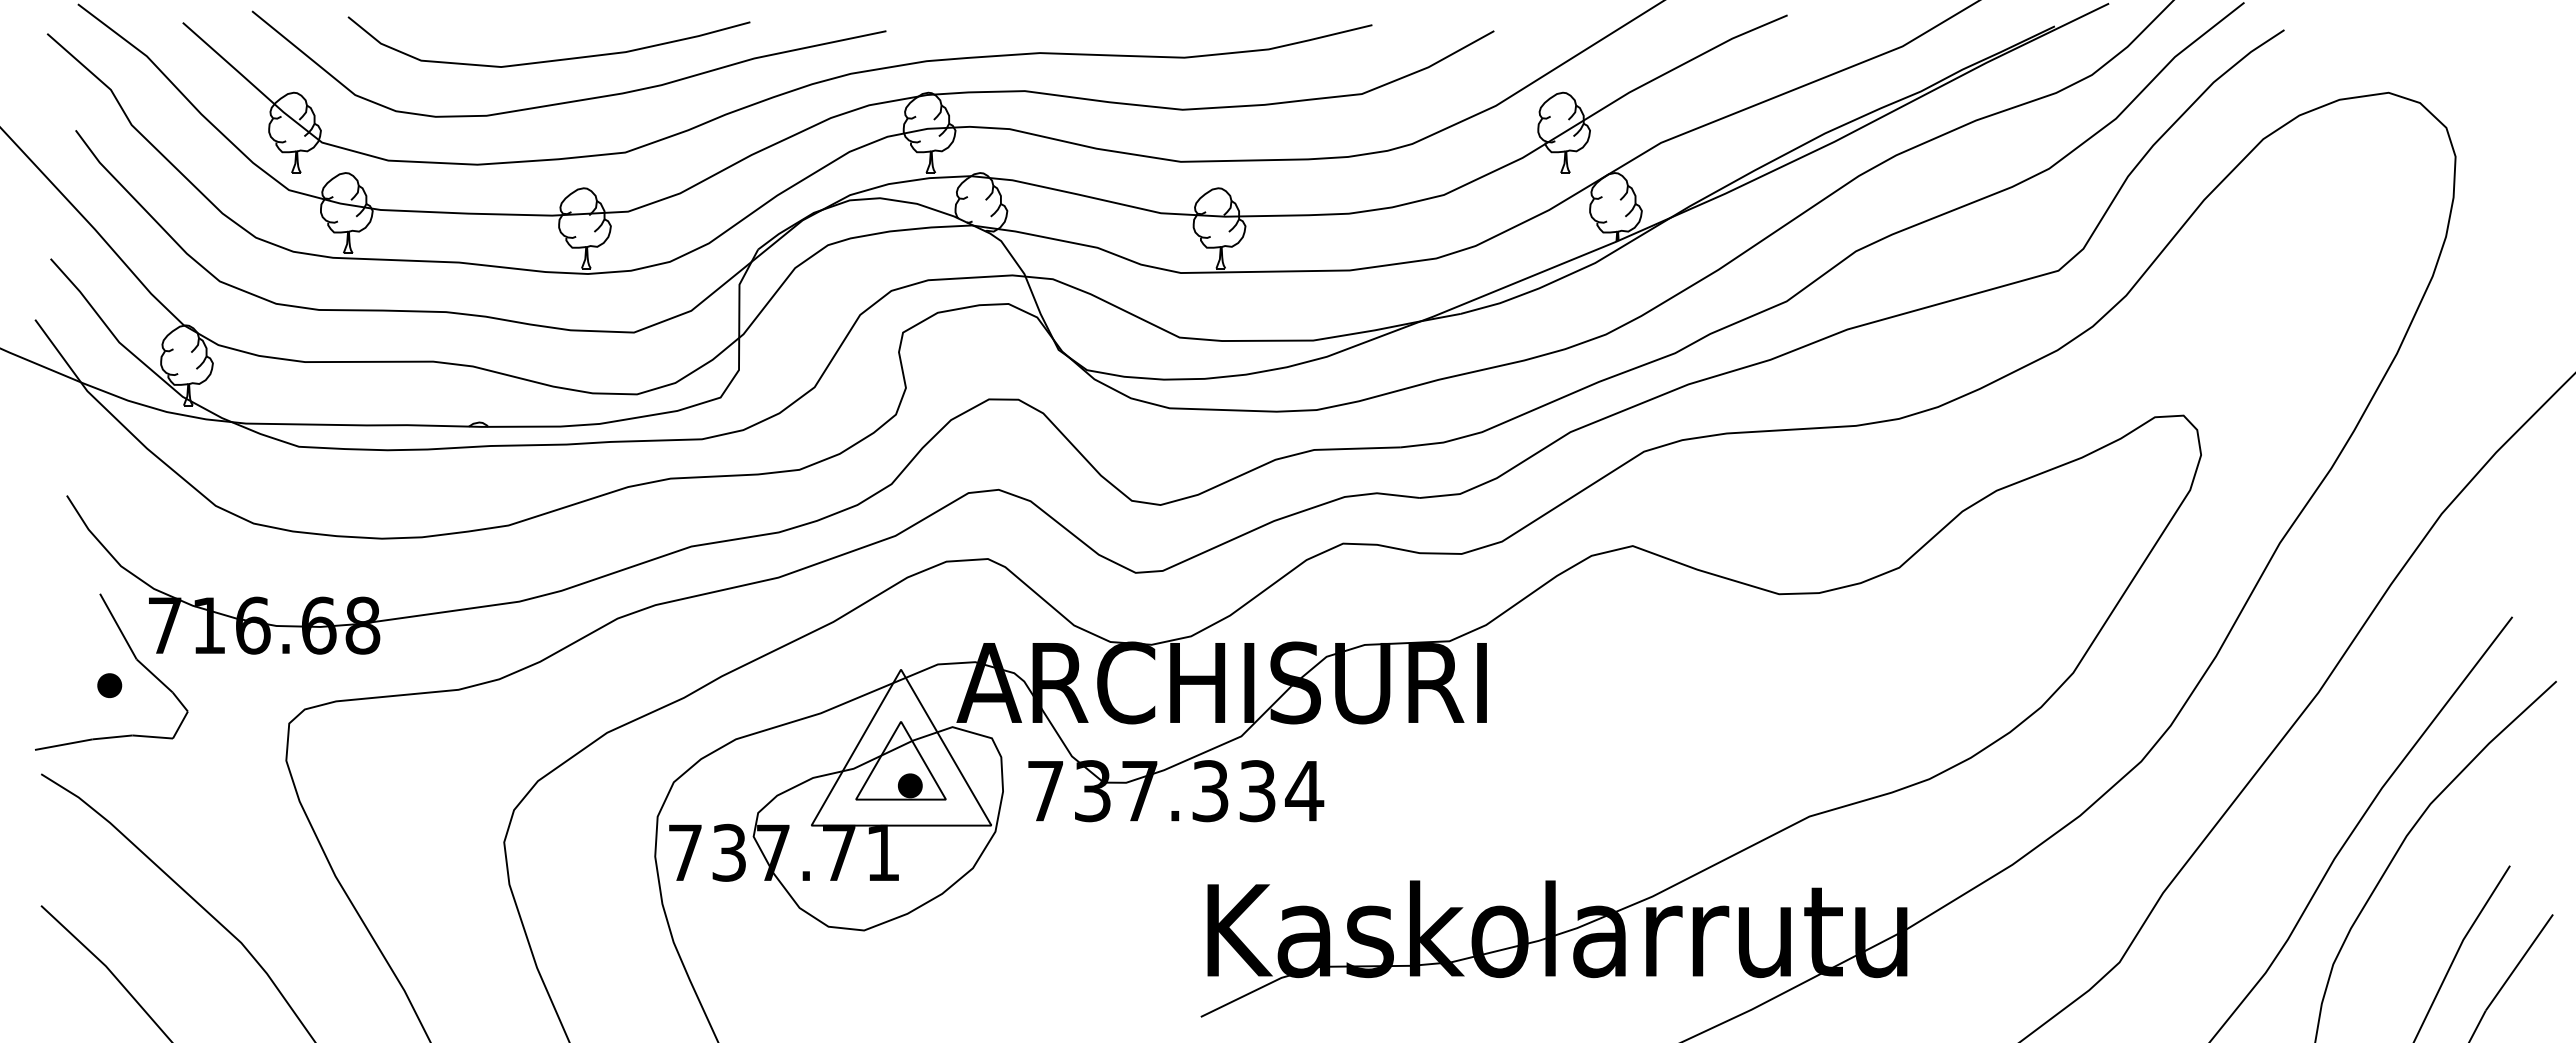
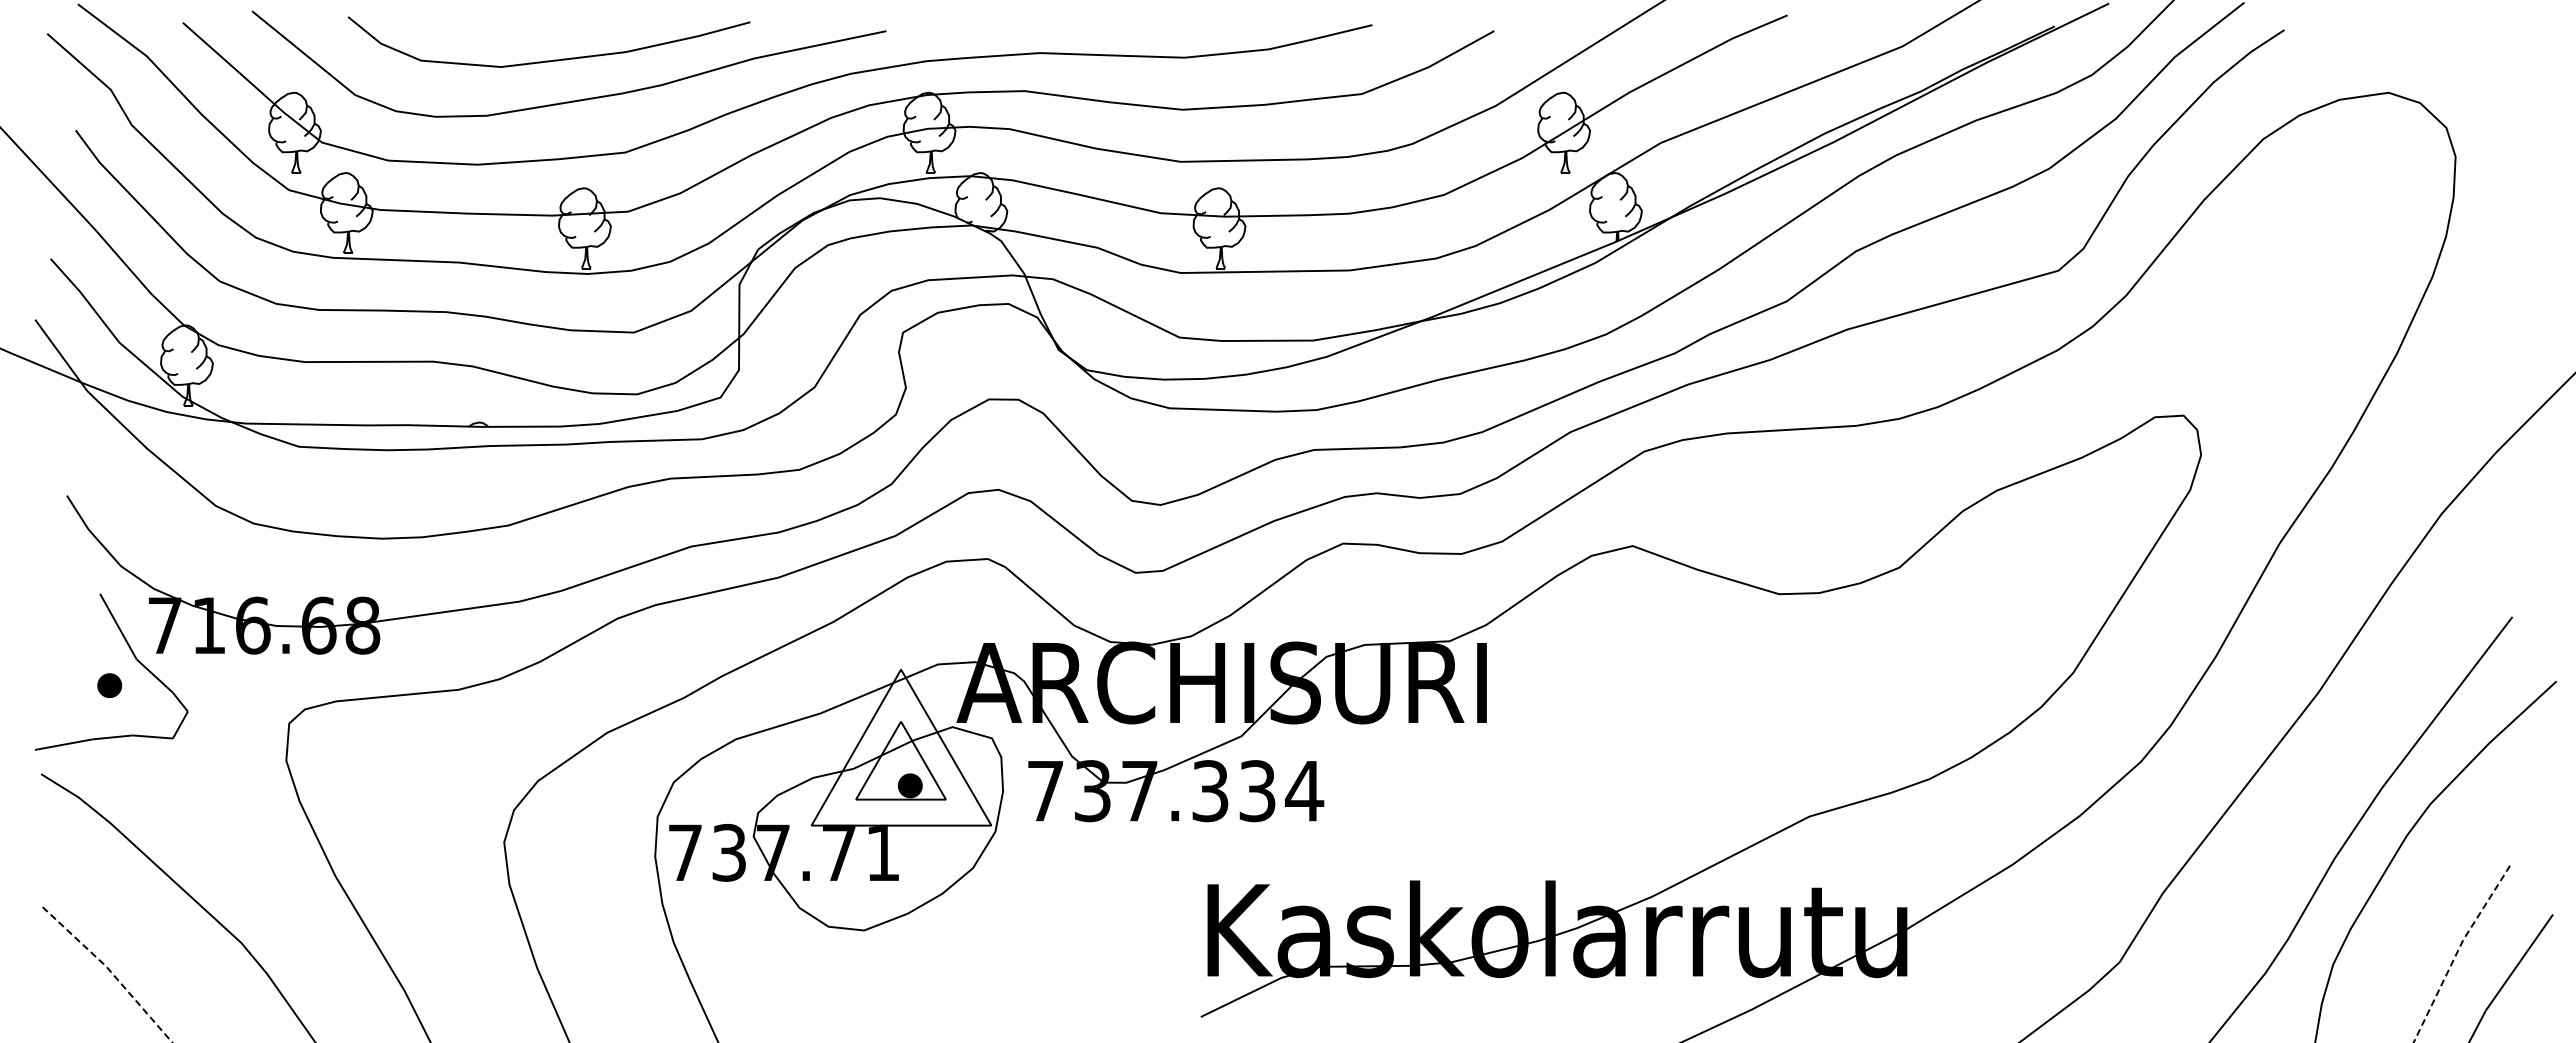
line at (2457, 951): solid -> dashed
line at (109, 970): solid -> dashed
